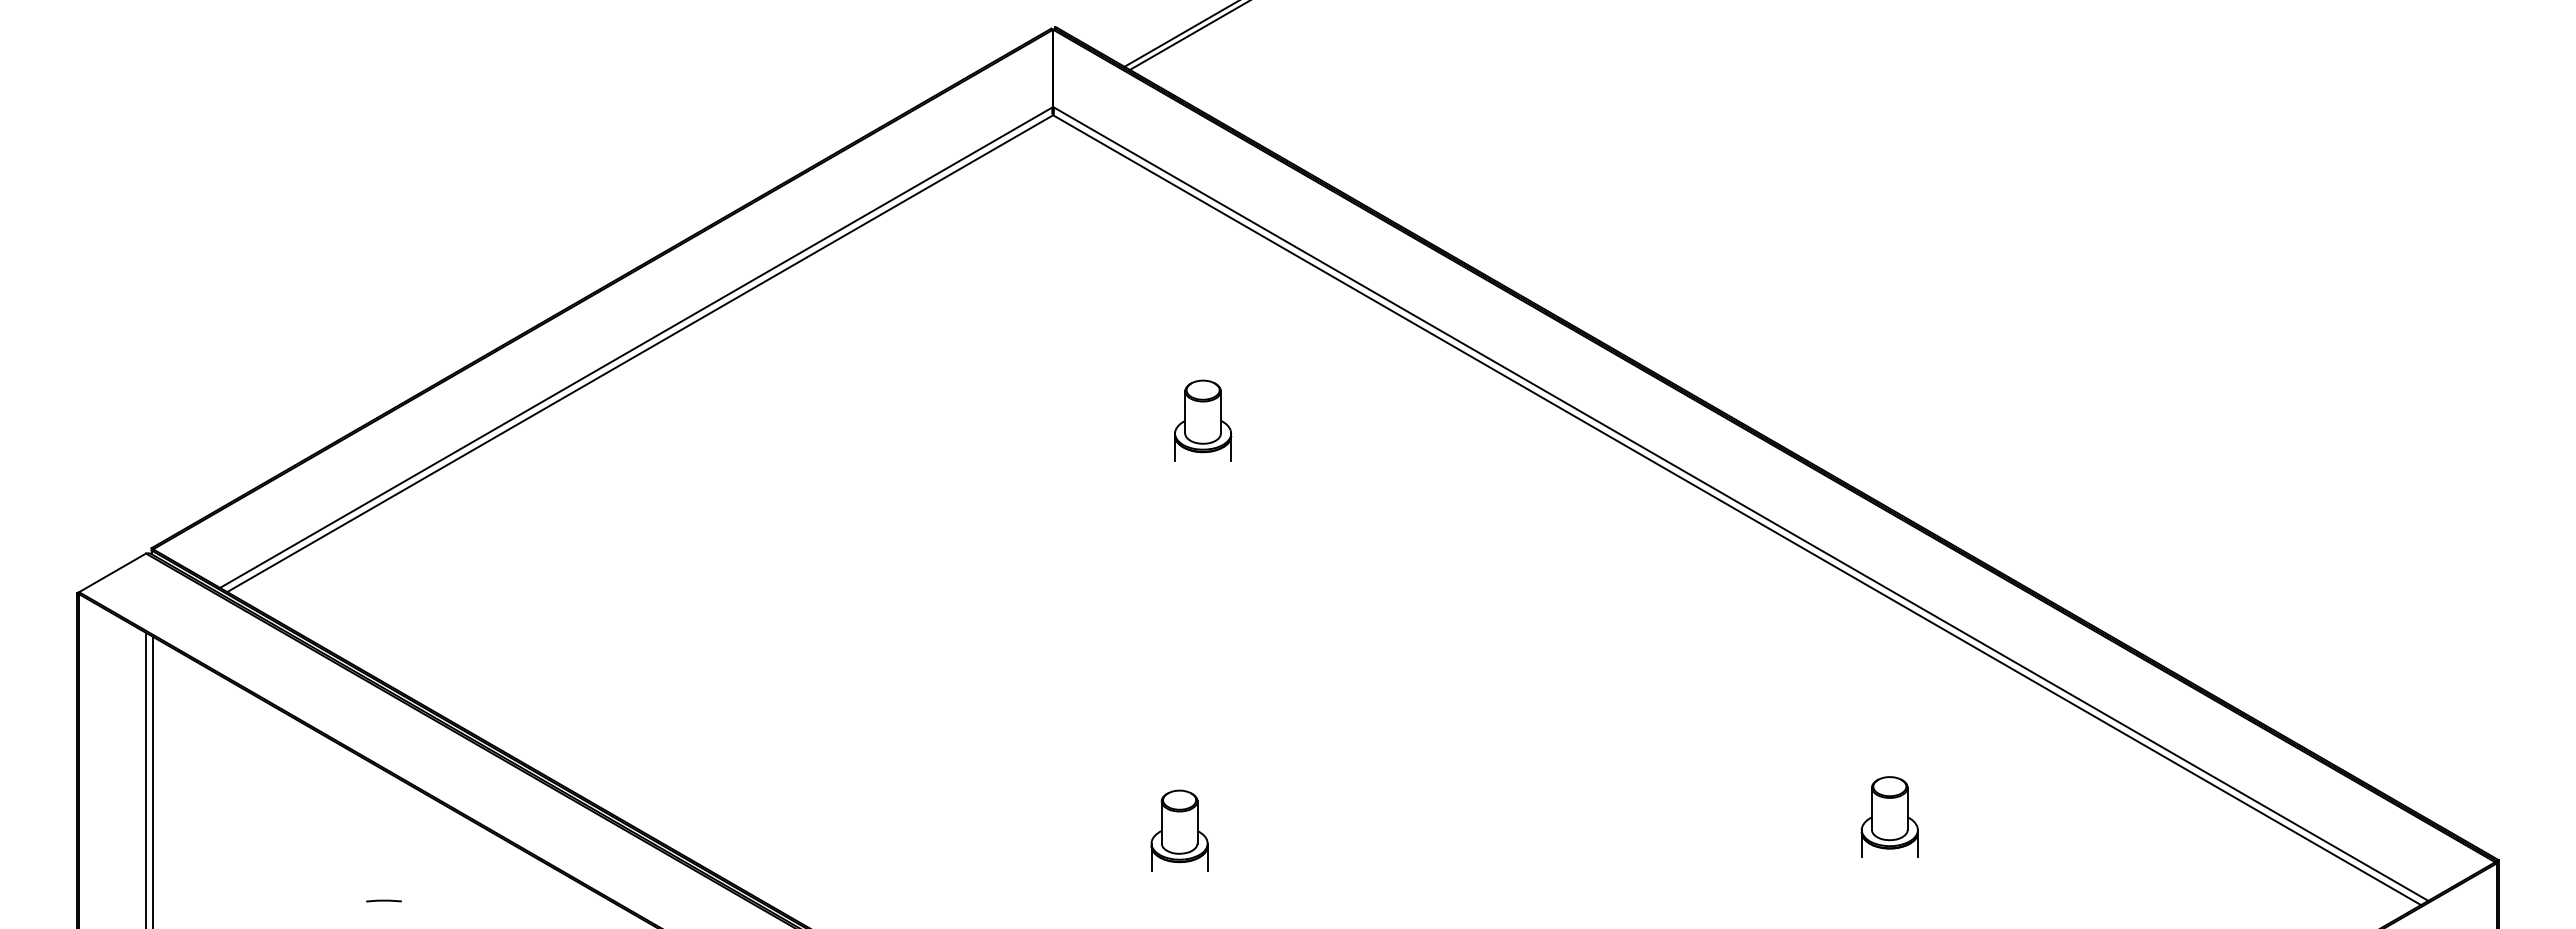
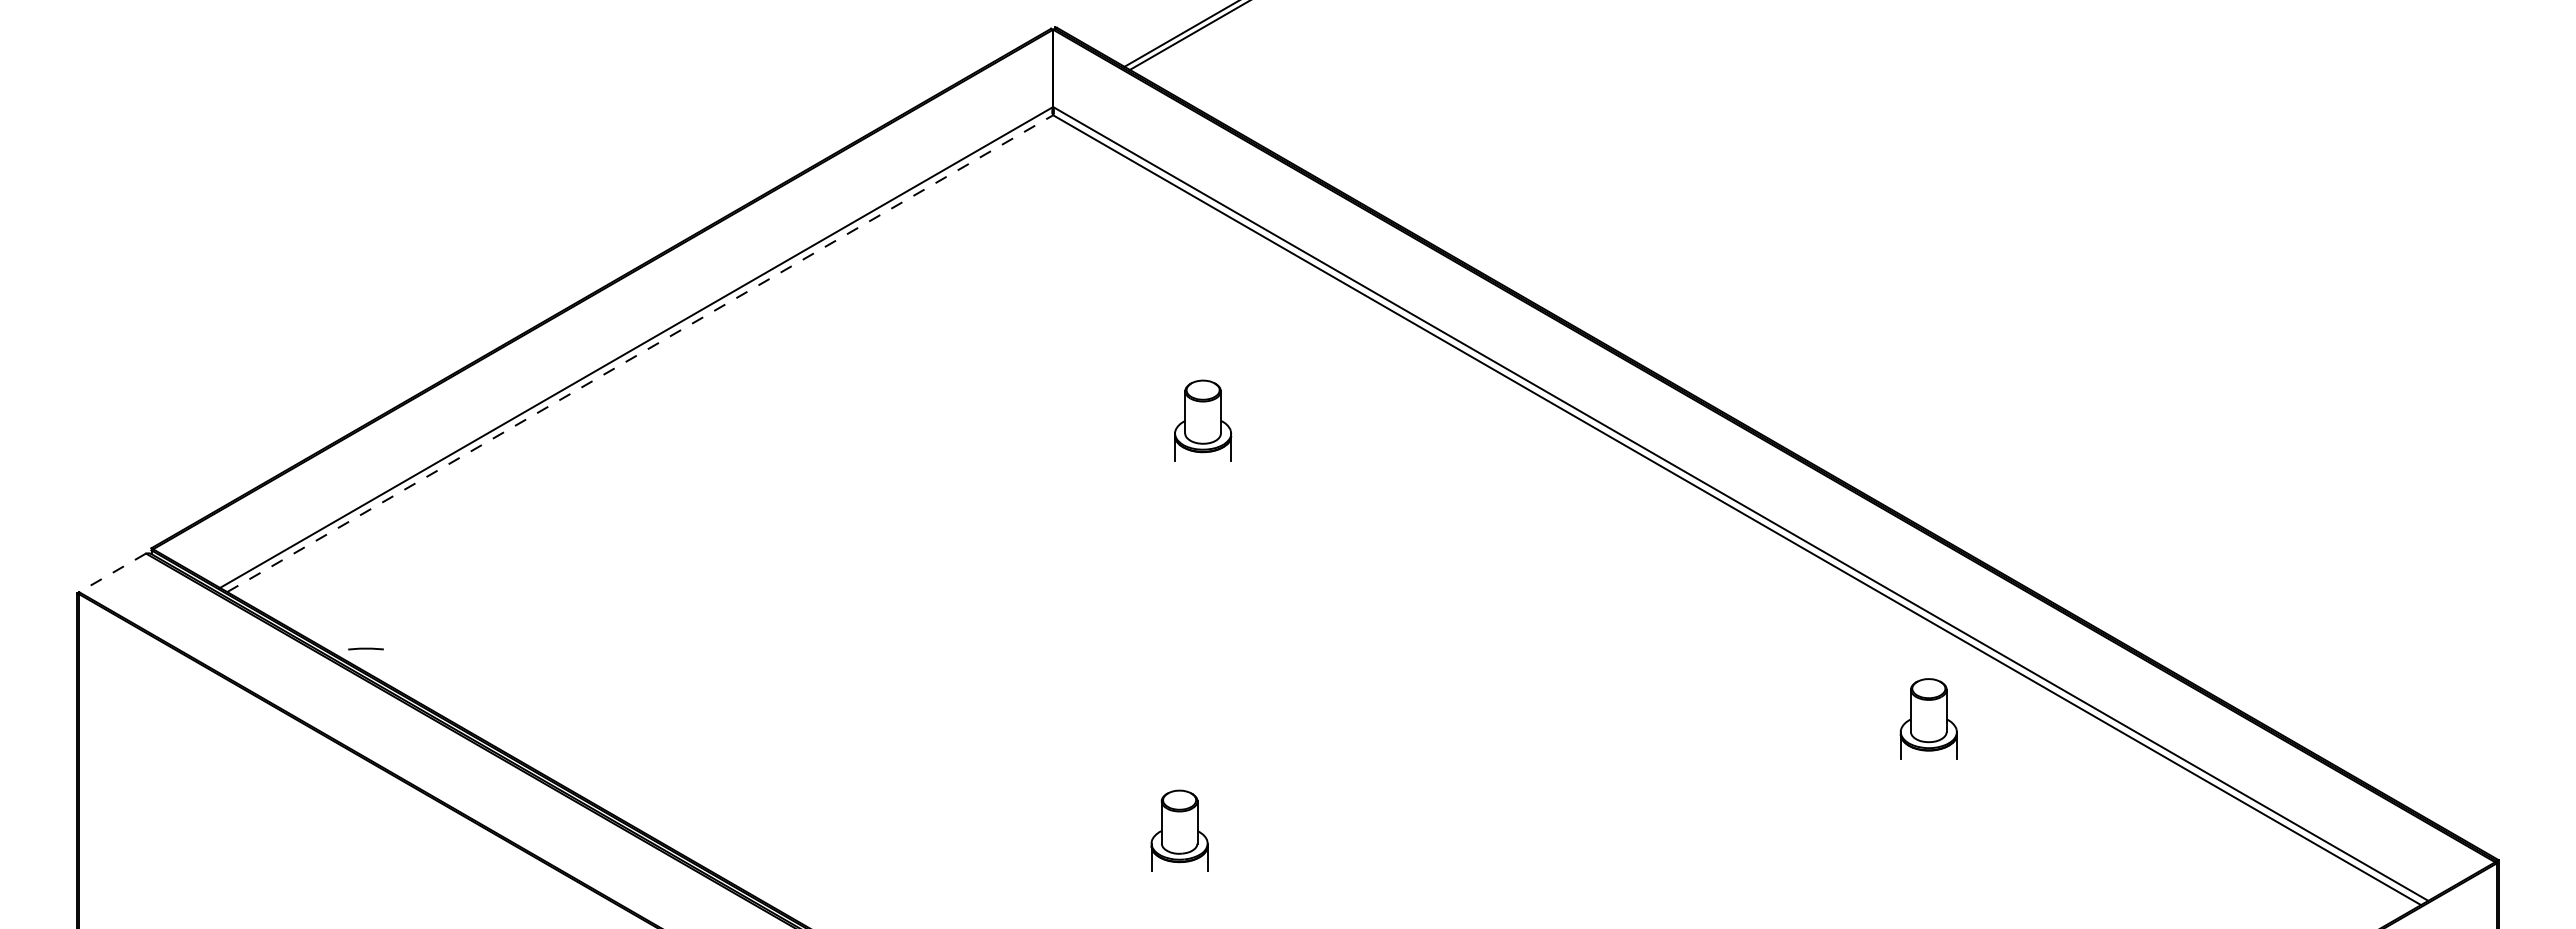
line at (640, 353): solid -> dashed
line at (112, 572): solid -> dashed
line at (145, 778): present -> none
line at (153, 780): present -> none
part at (1889, 816) position: (1889, 816) -> (1928, 718)
line at (383, 900) position: (383, 900) -> (365, 648)
